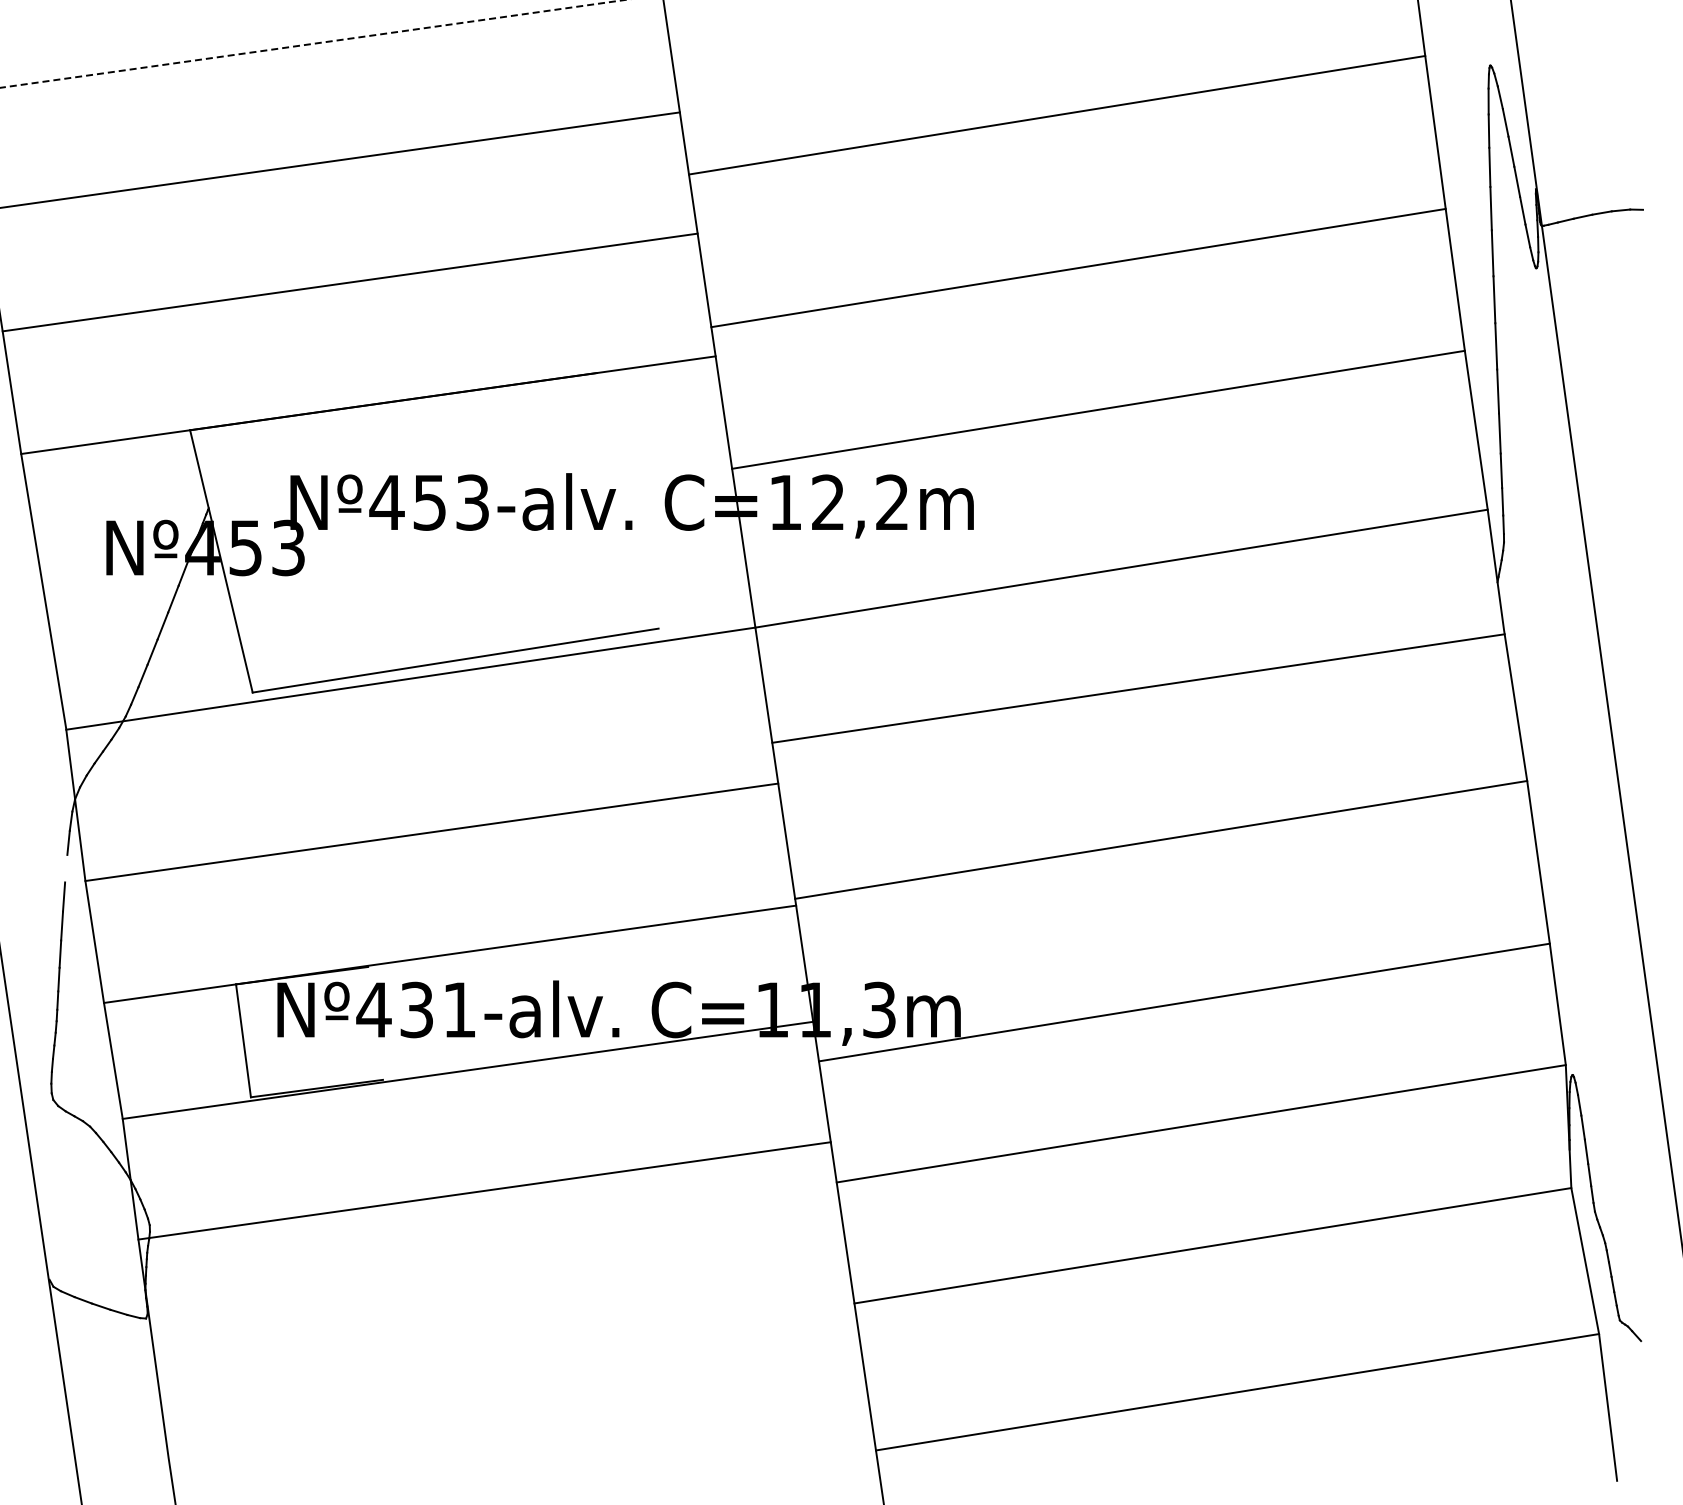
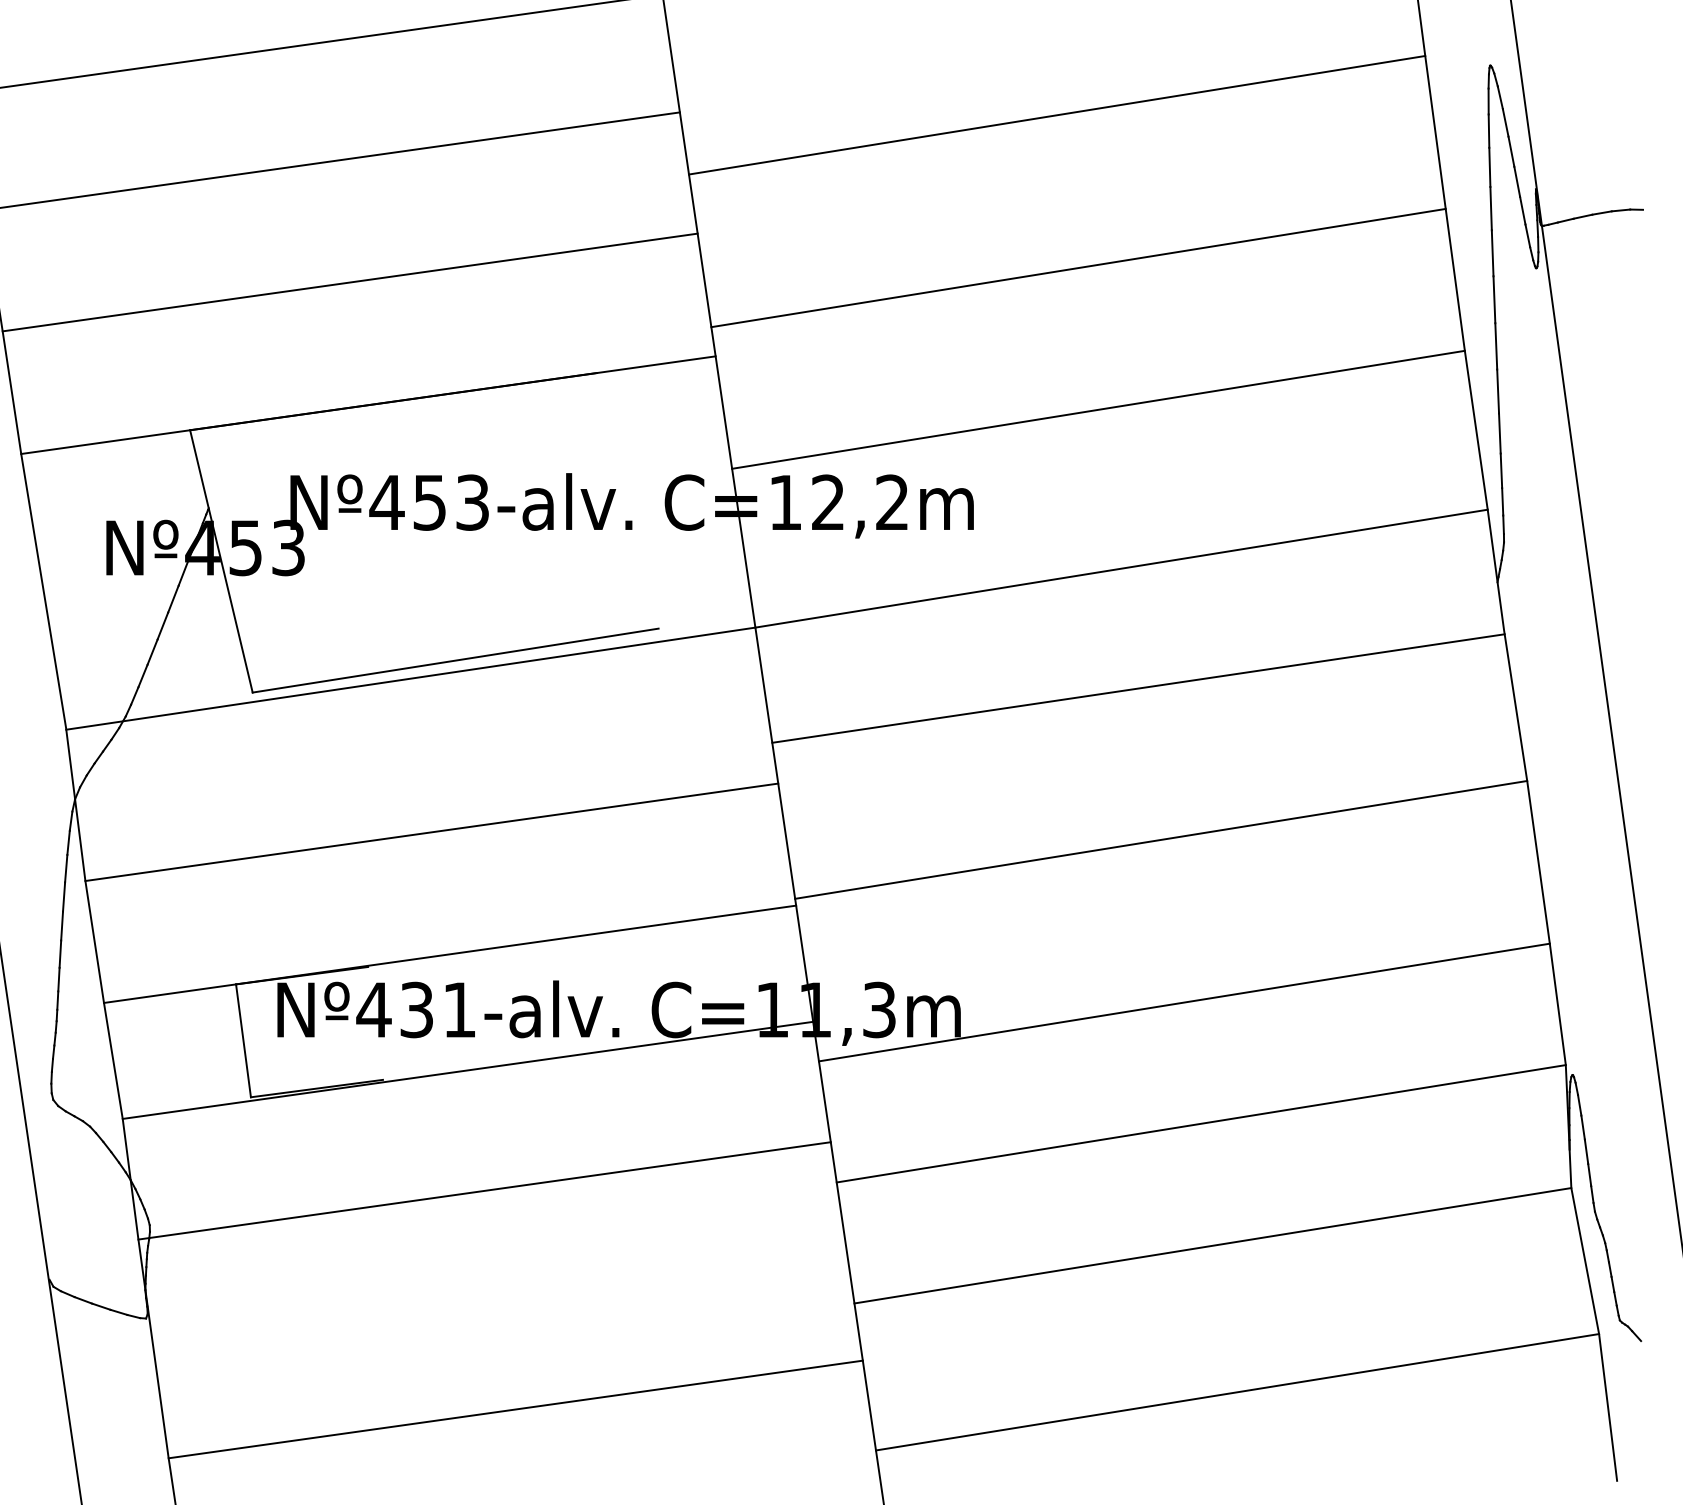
line at (313, 43): dashed -> solid
line at (66, 868): none -> present
line at (515, 1409): none -> present
